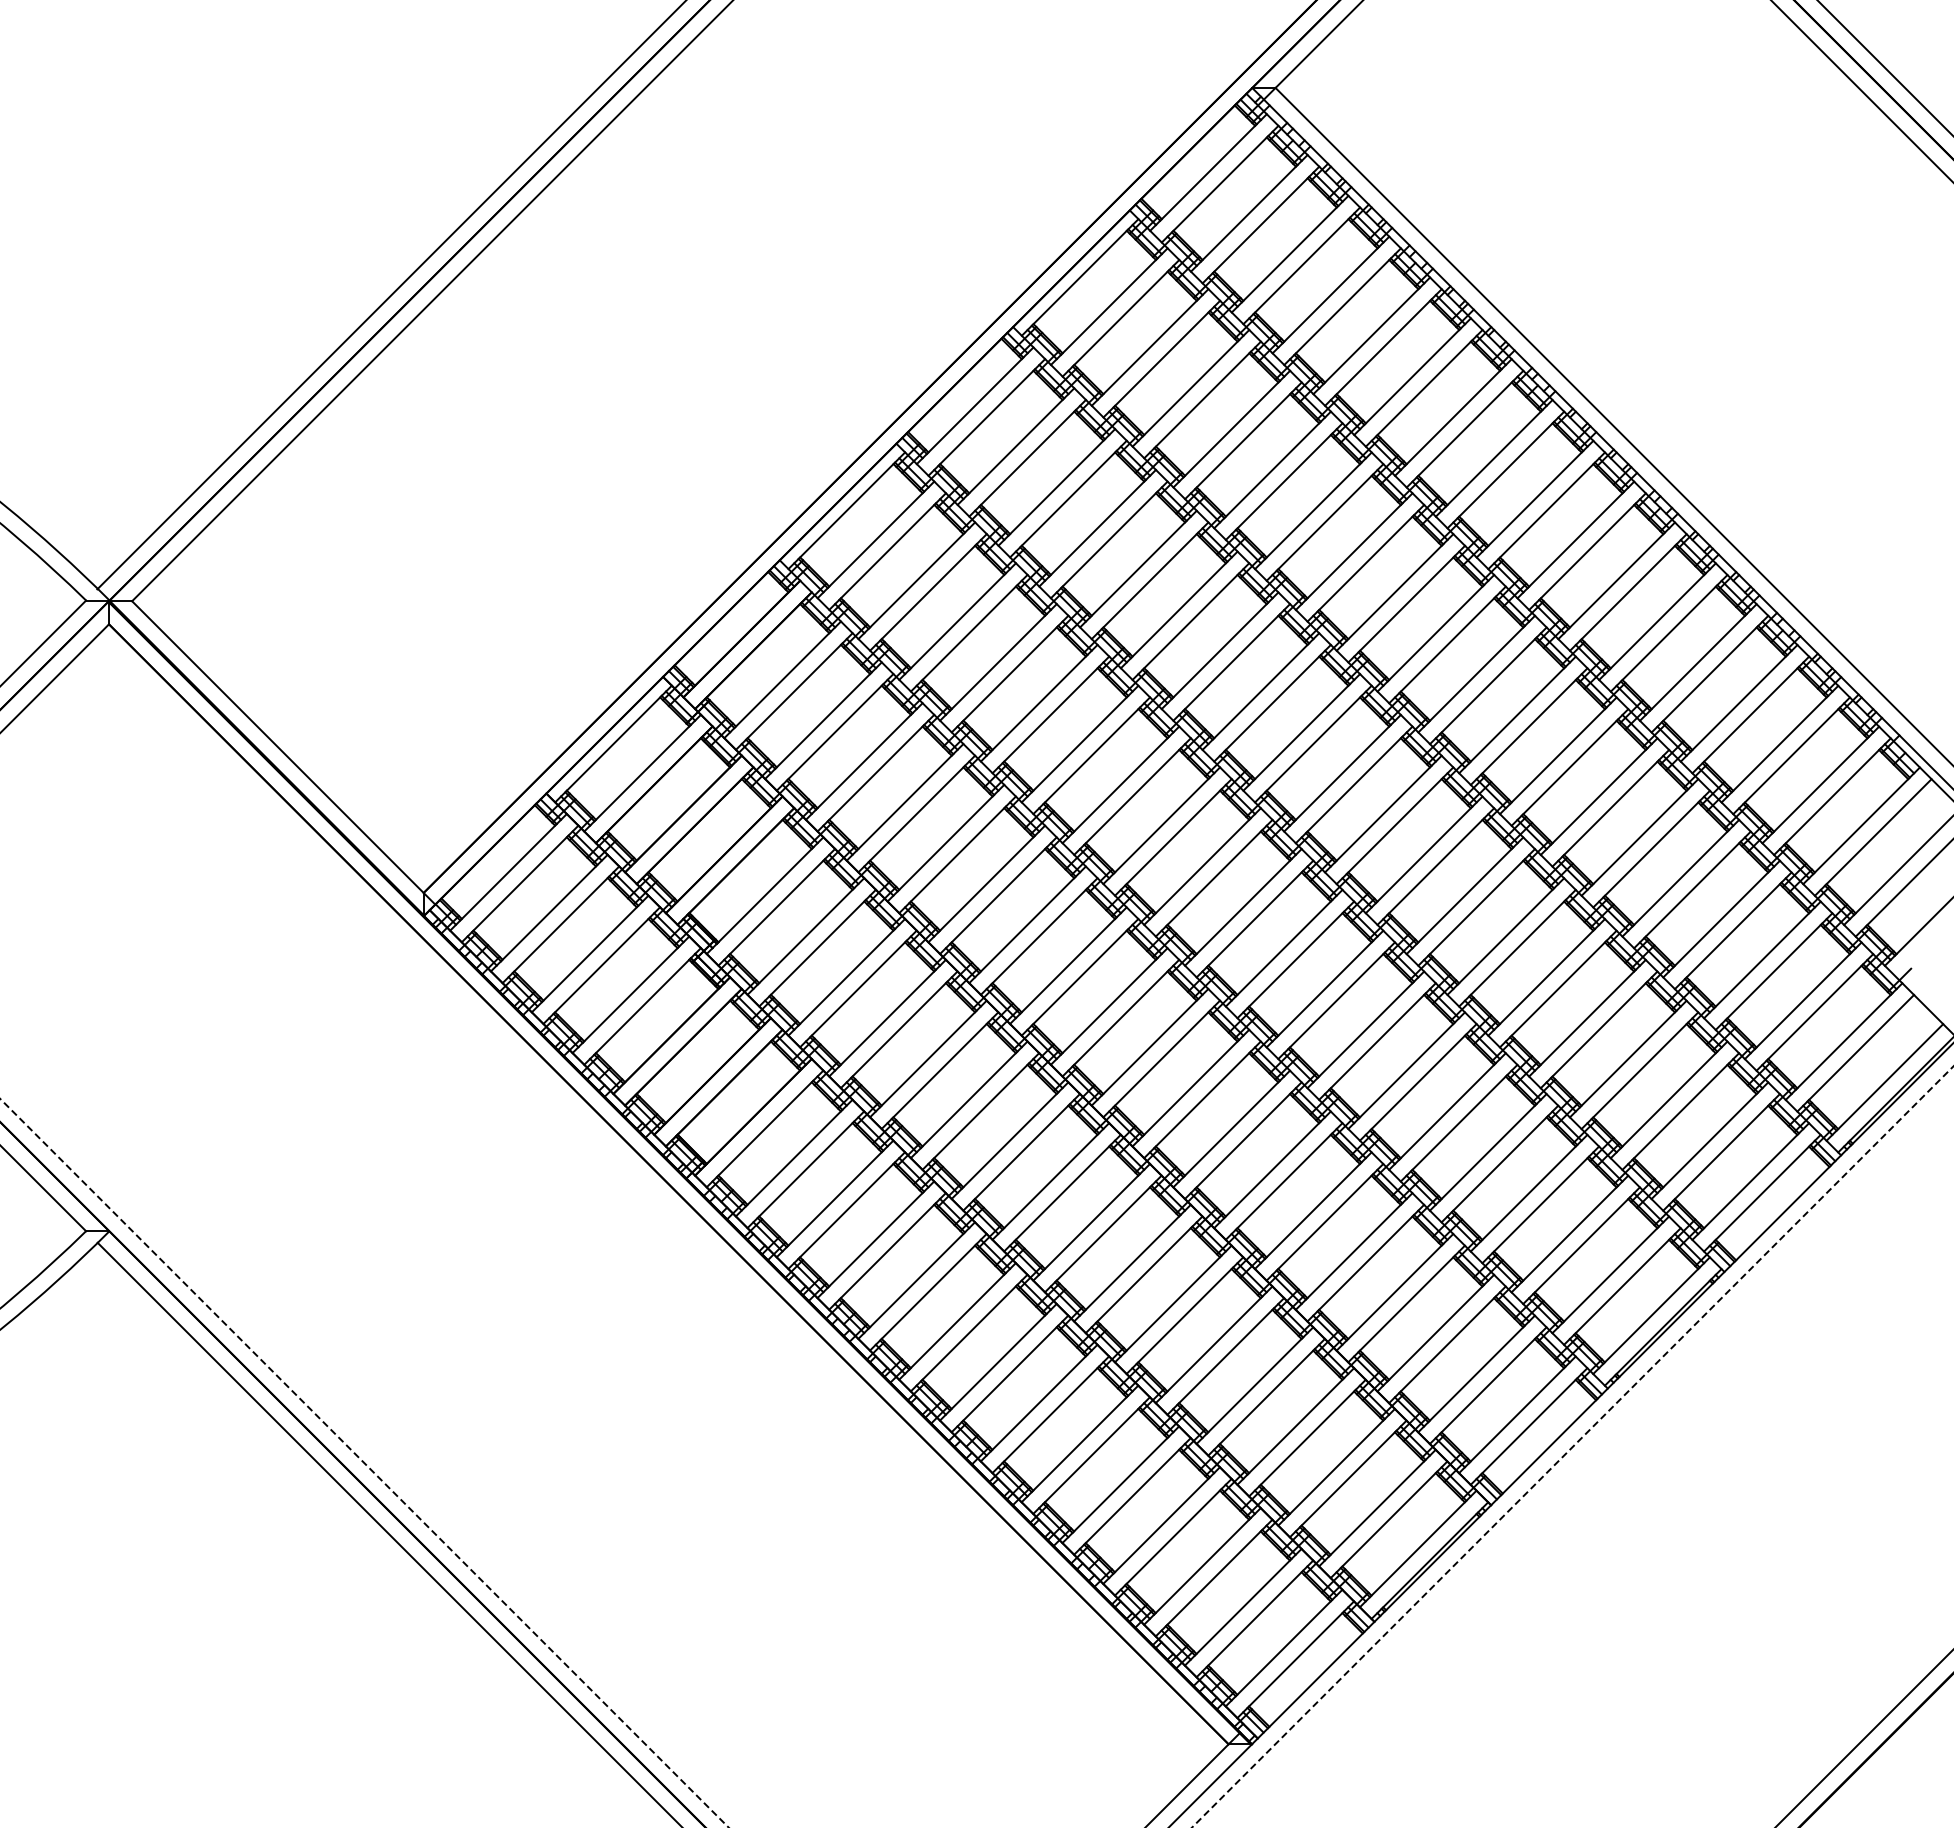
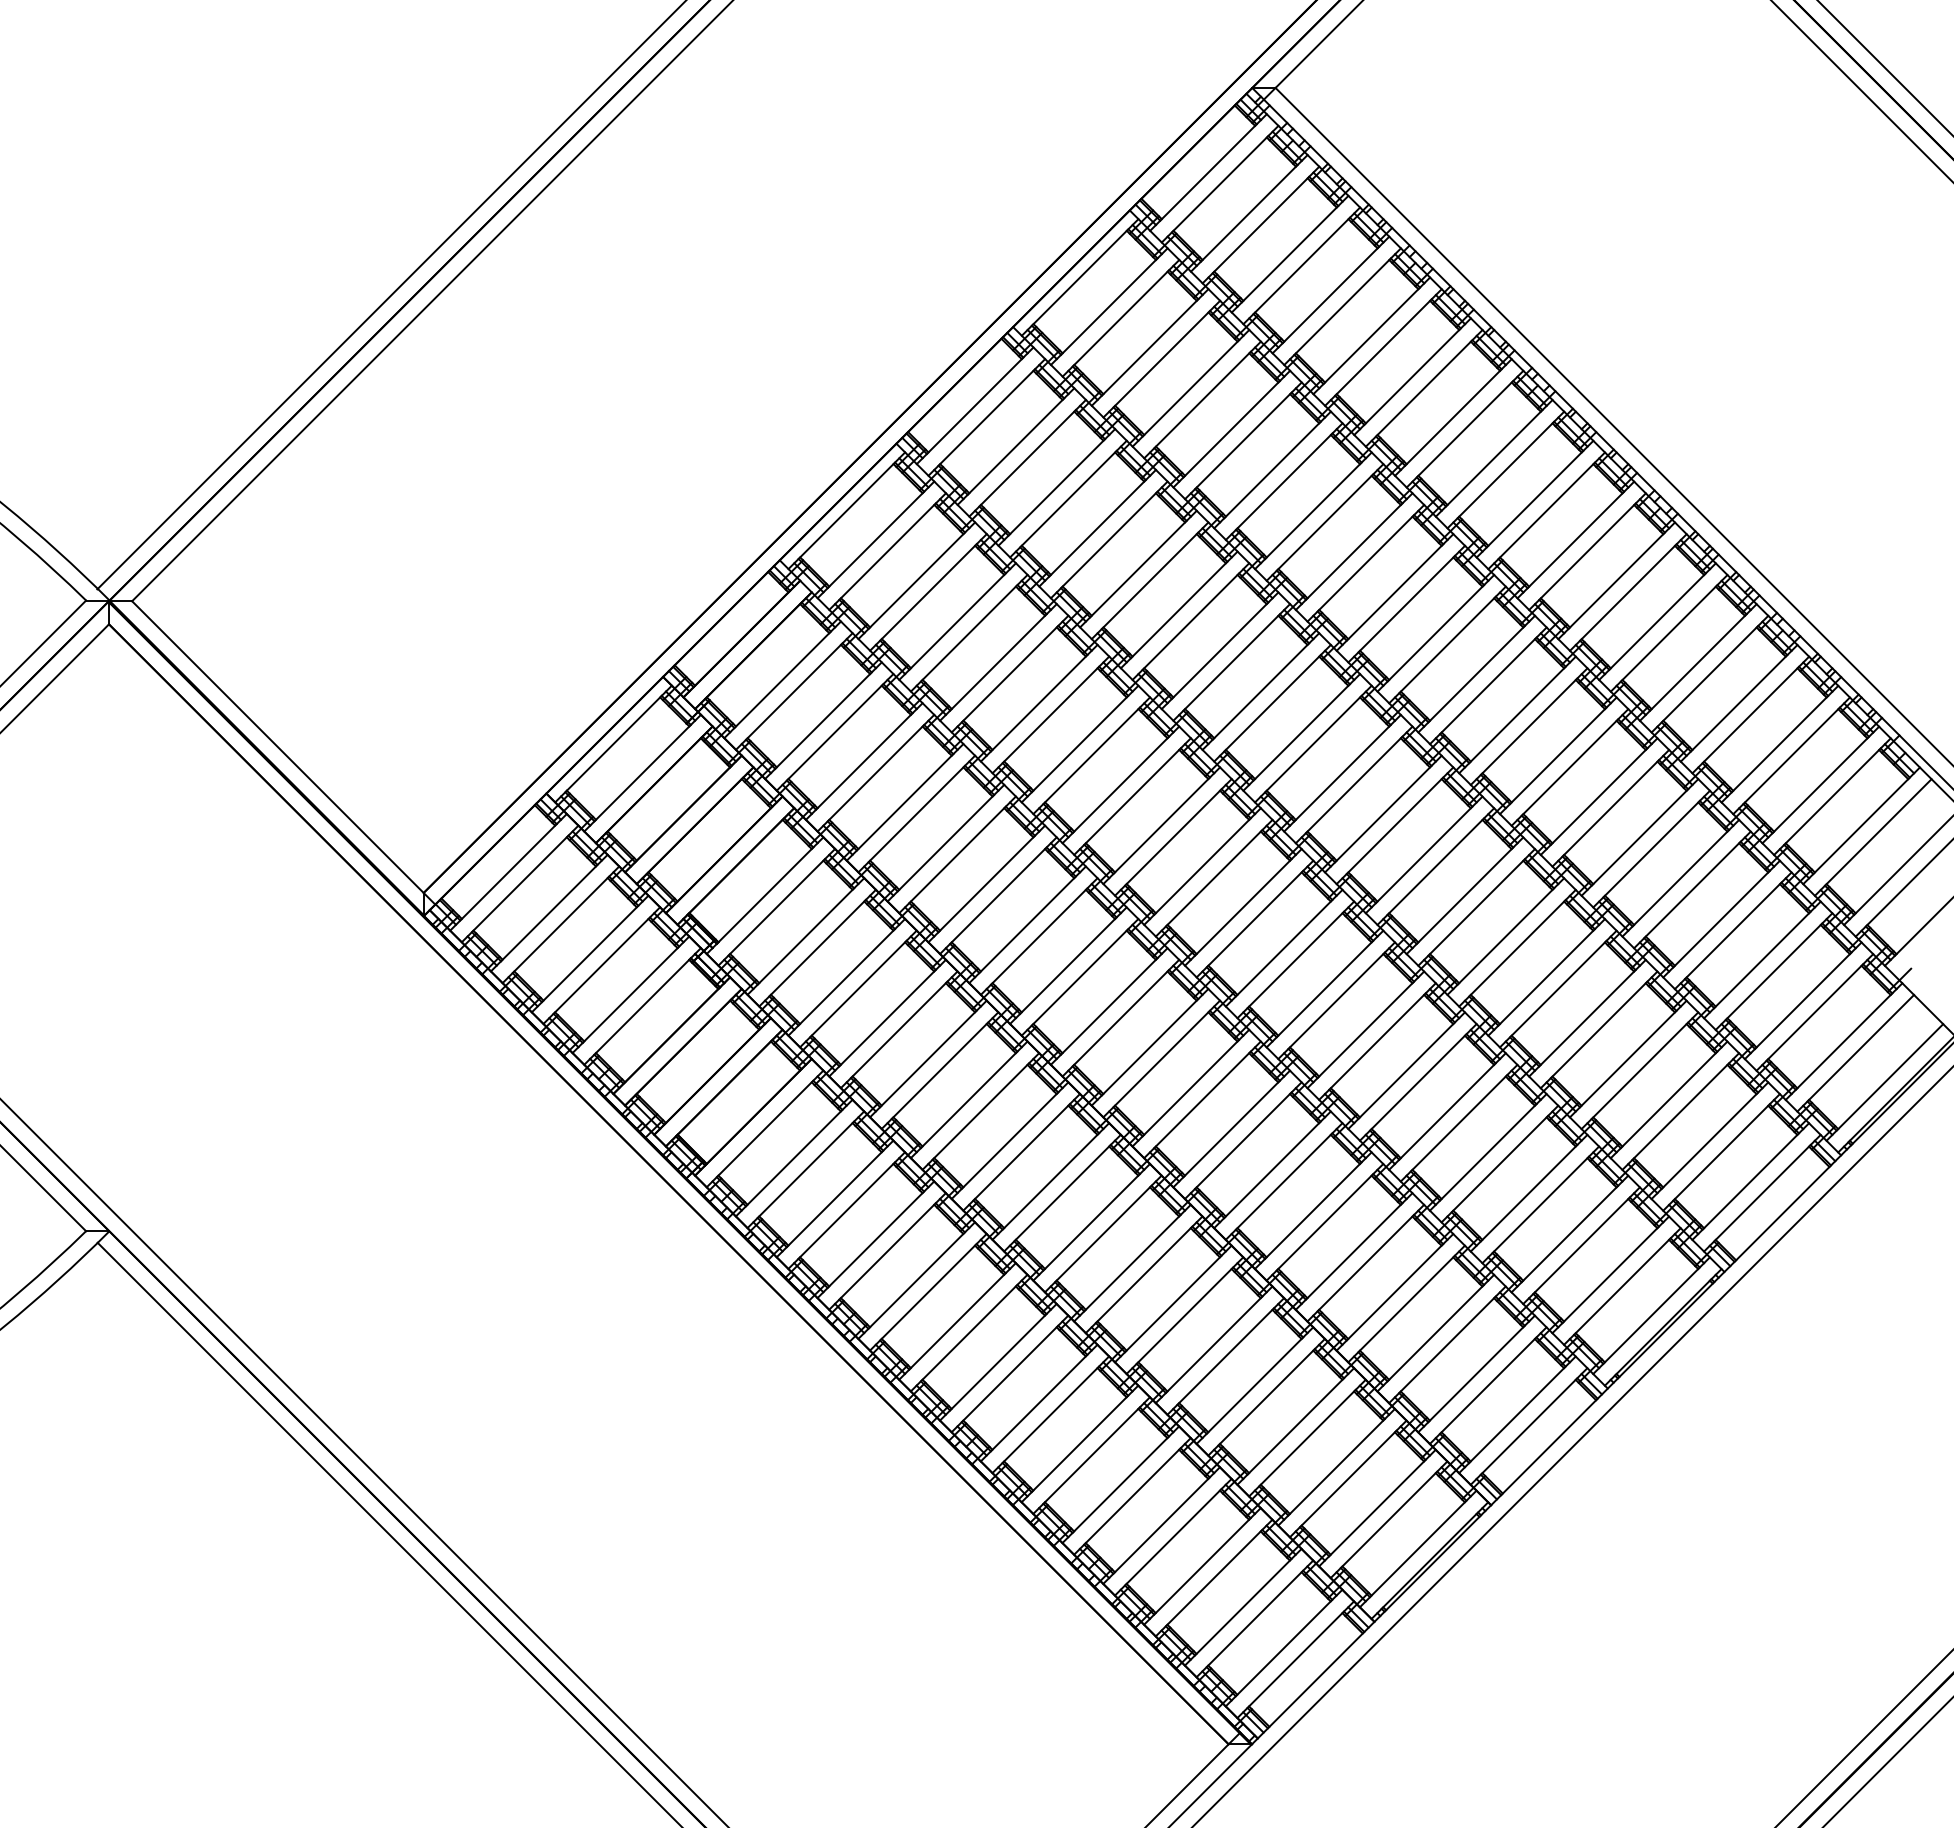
line at (1572, 1447): dashed -> solid
line at (364, 1463): dashed -> solid
line at (1887, 1762): none -> present
